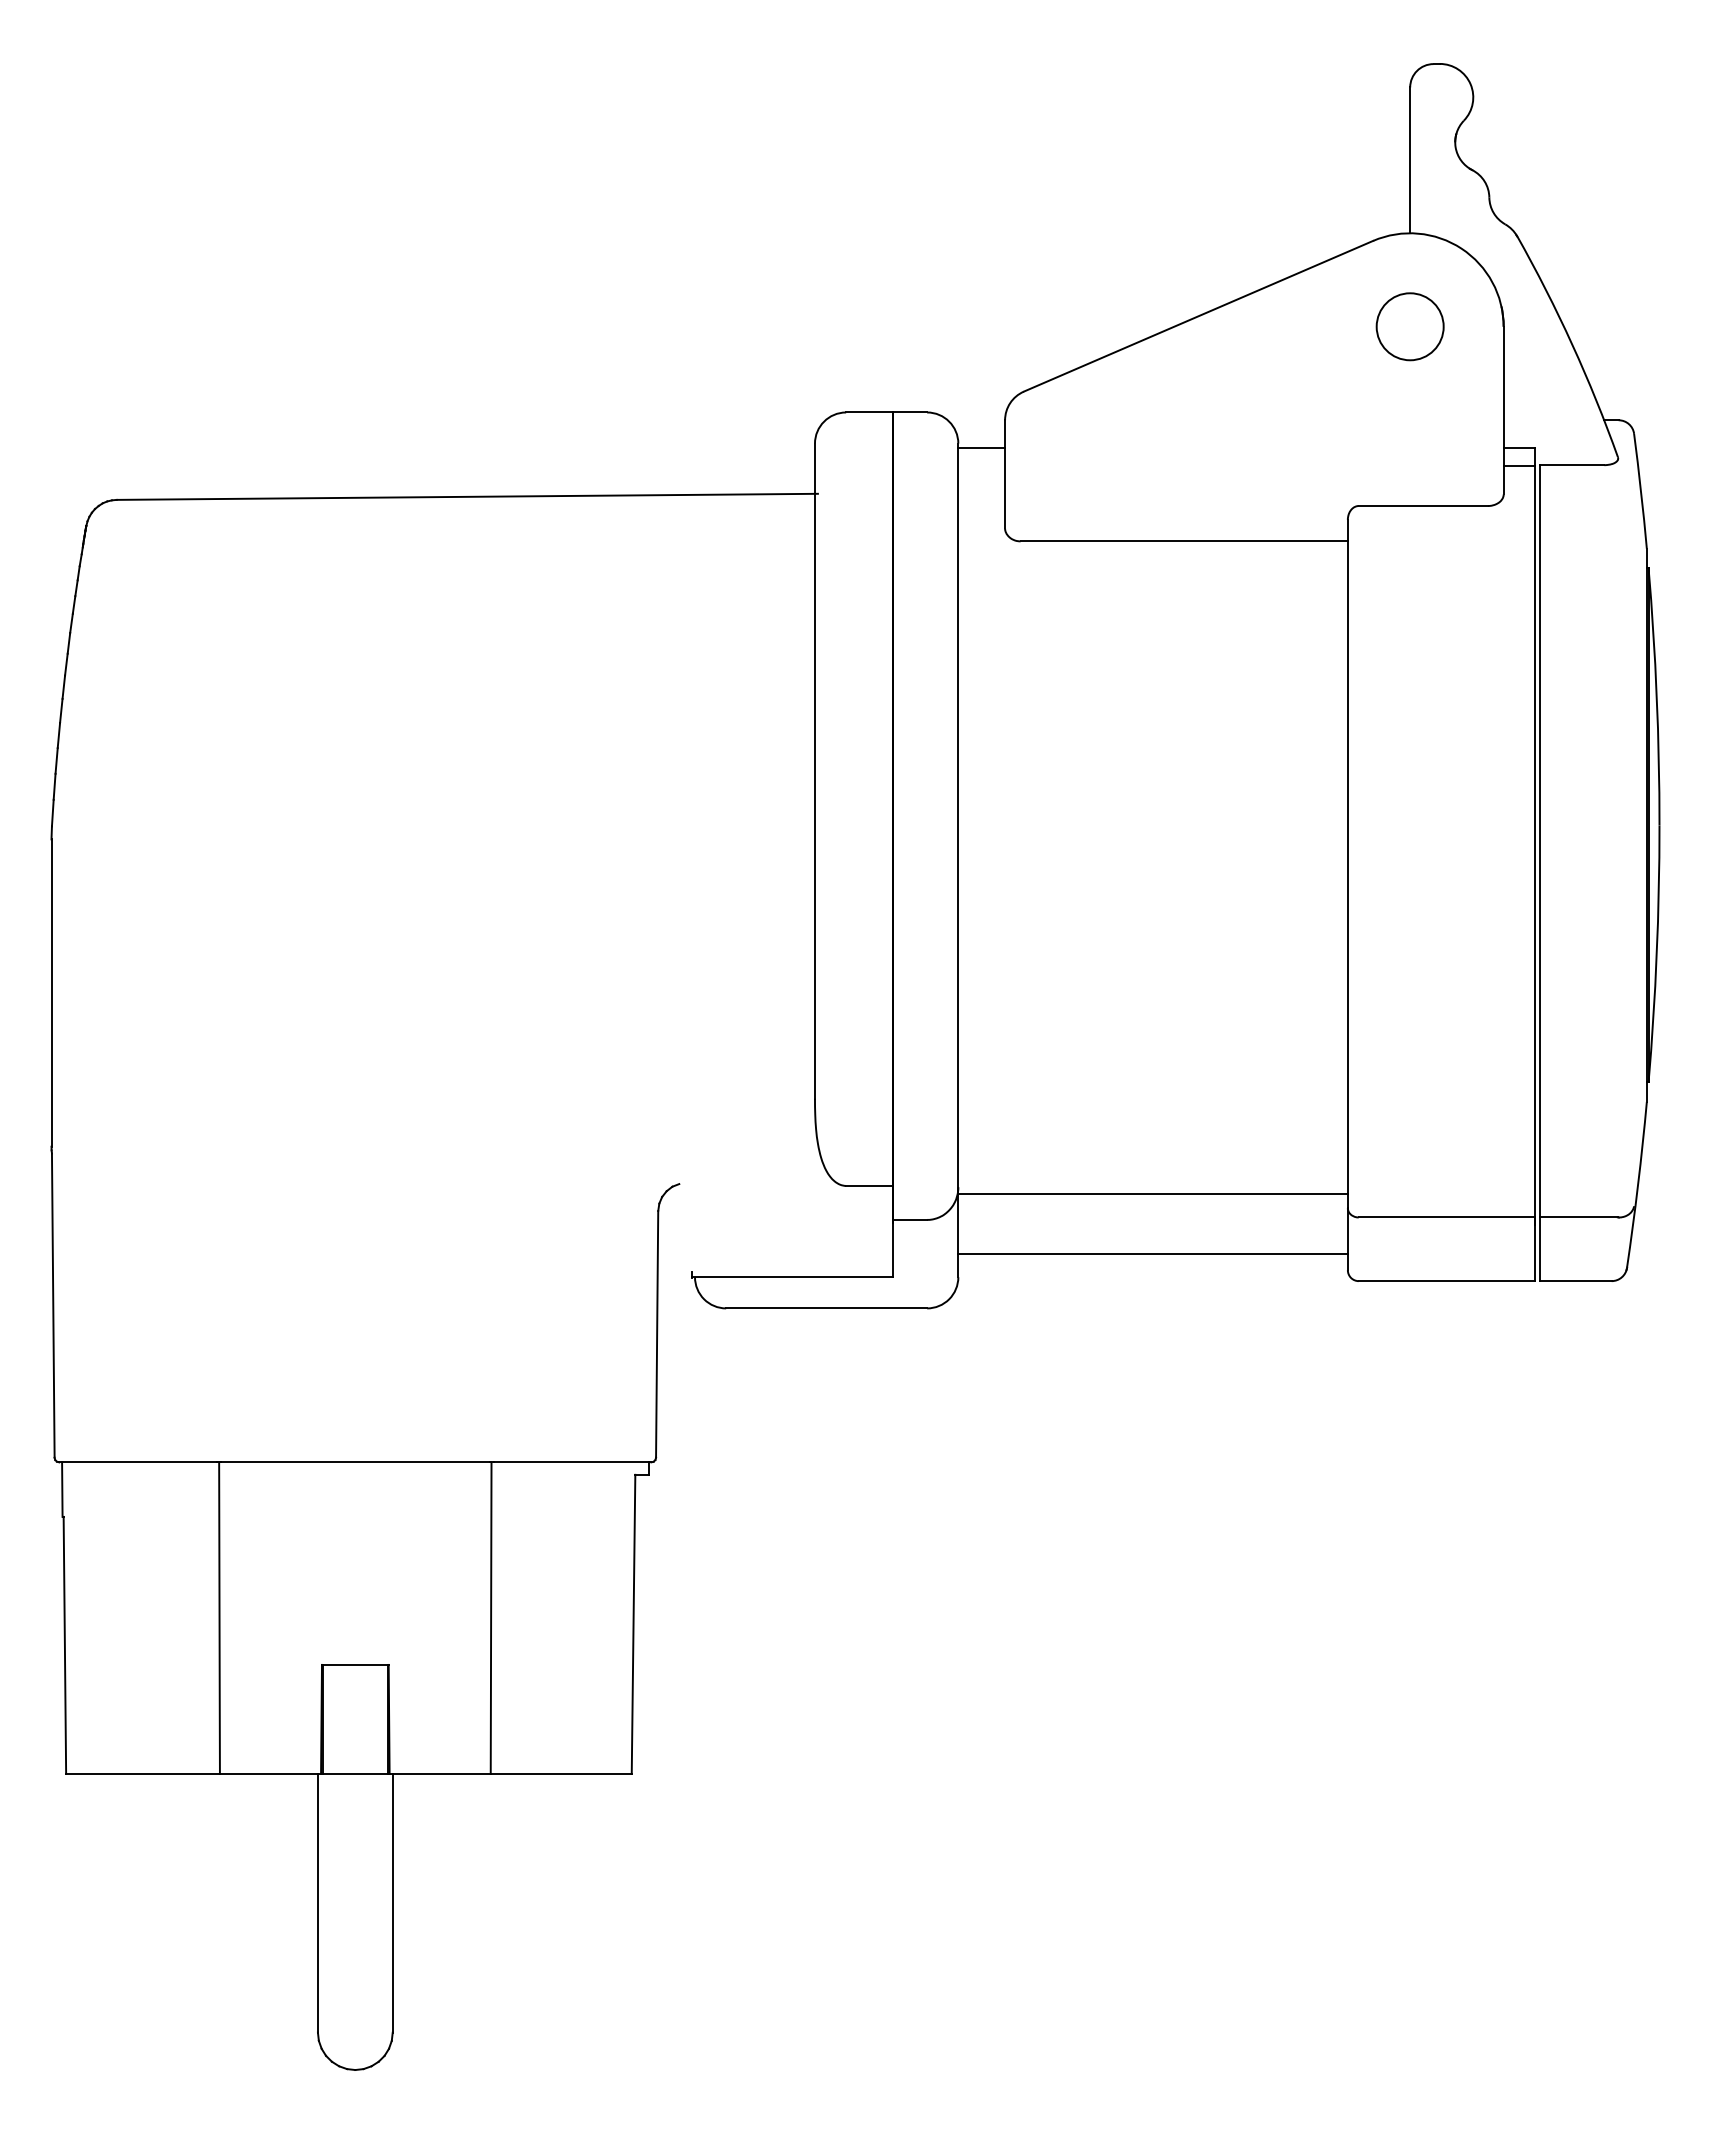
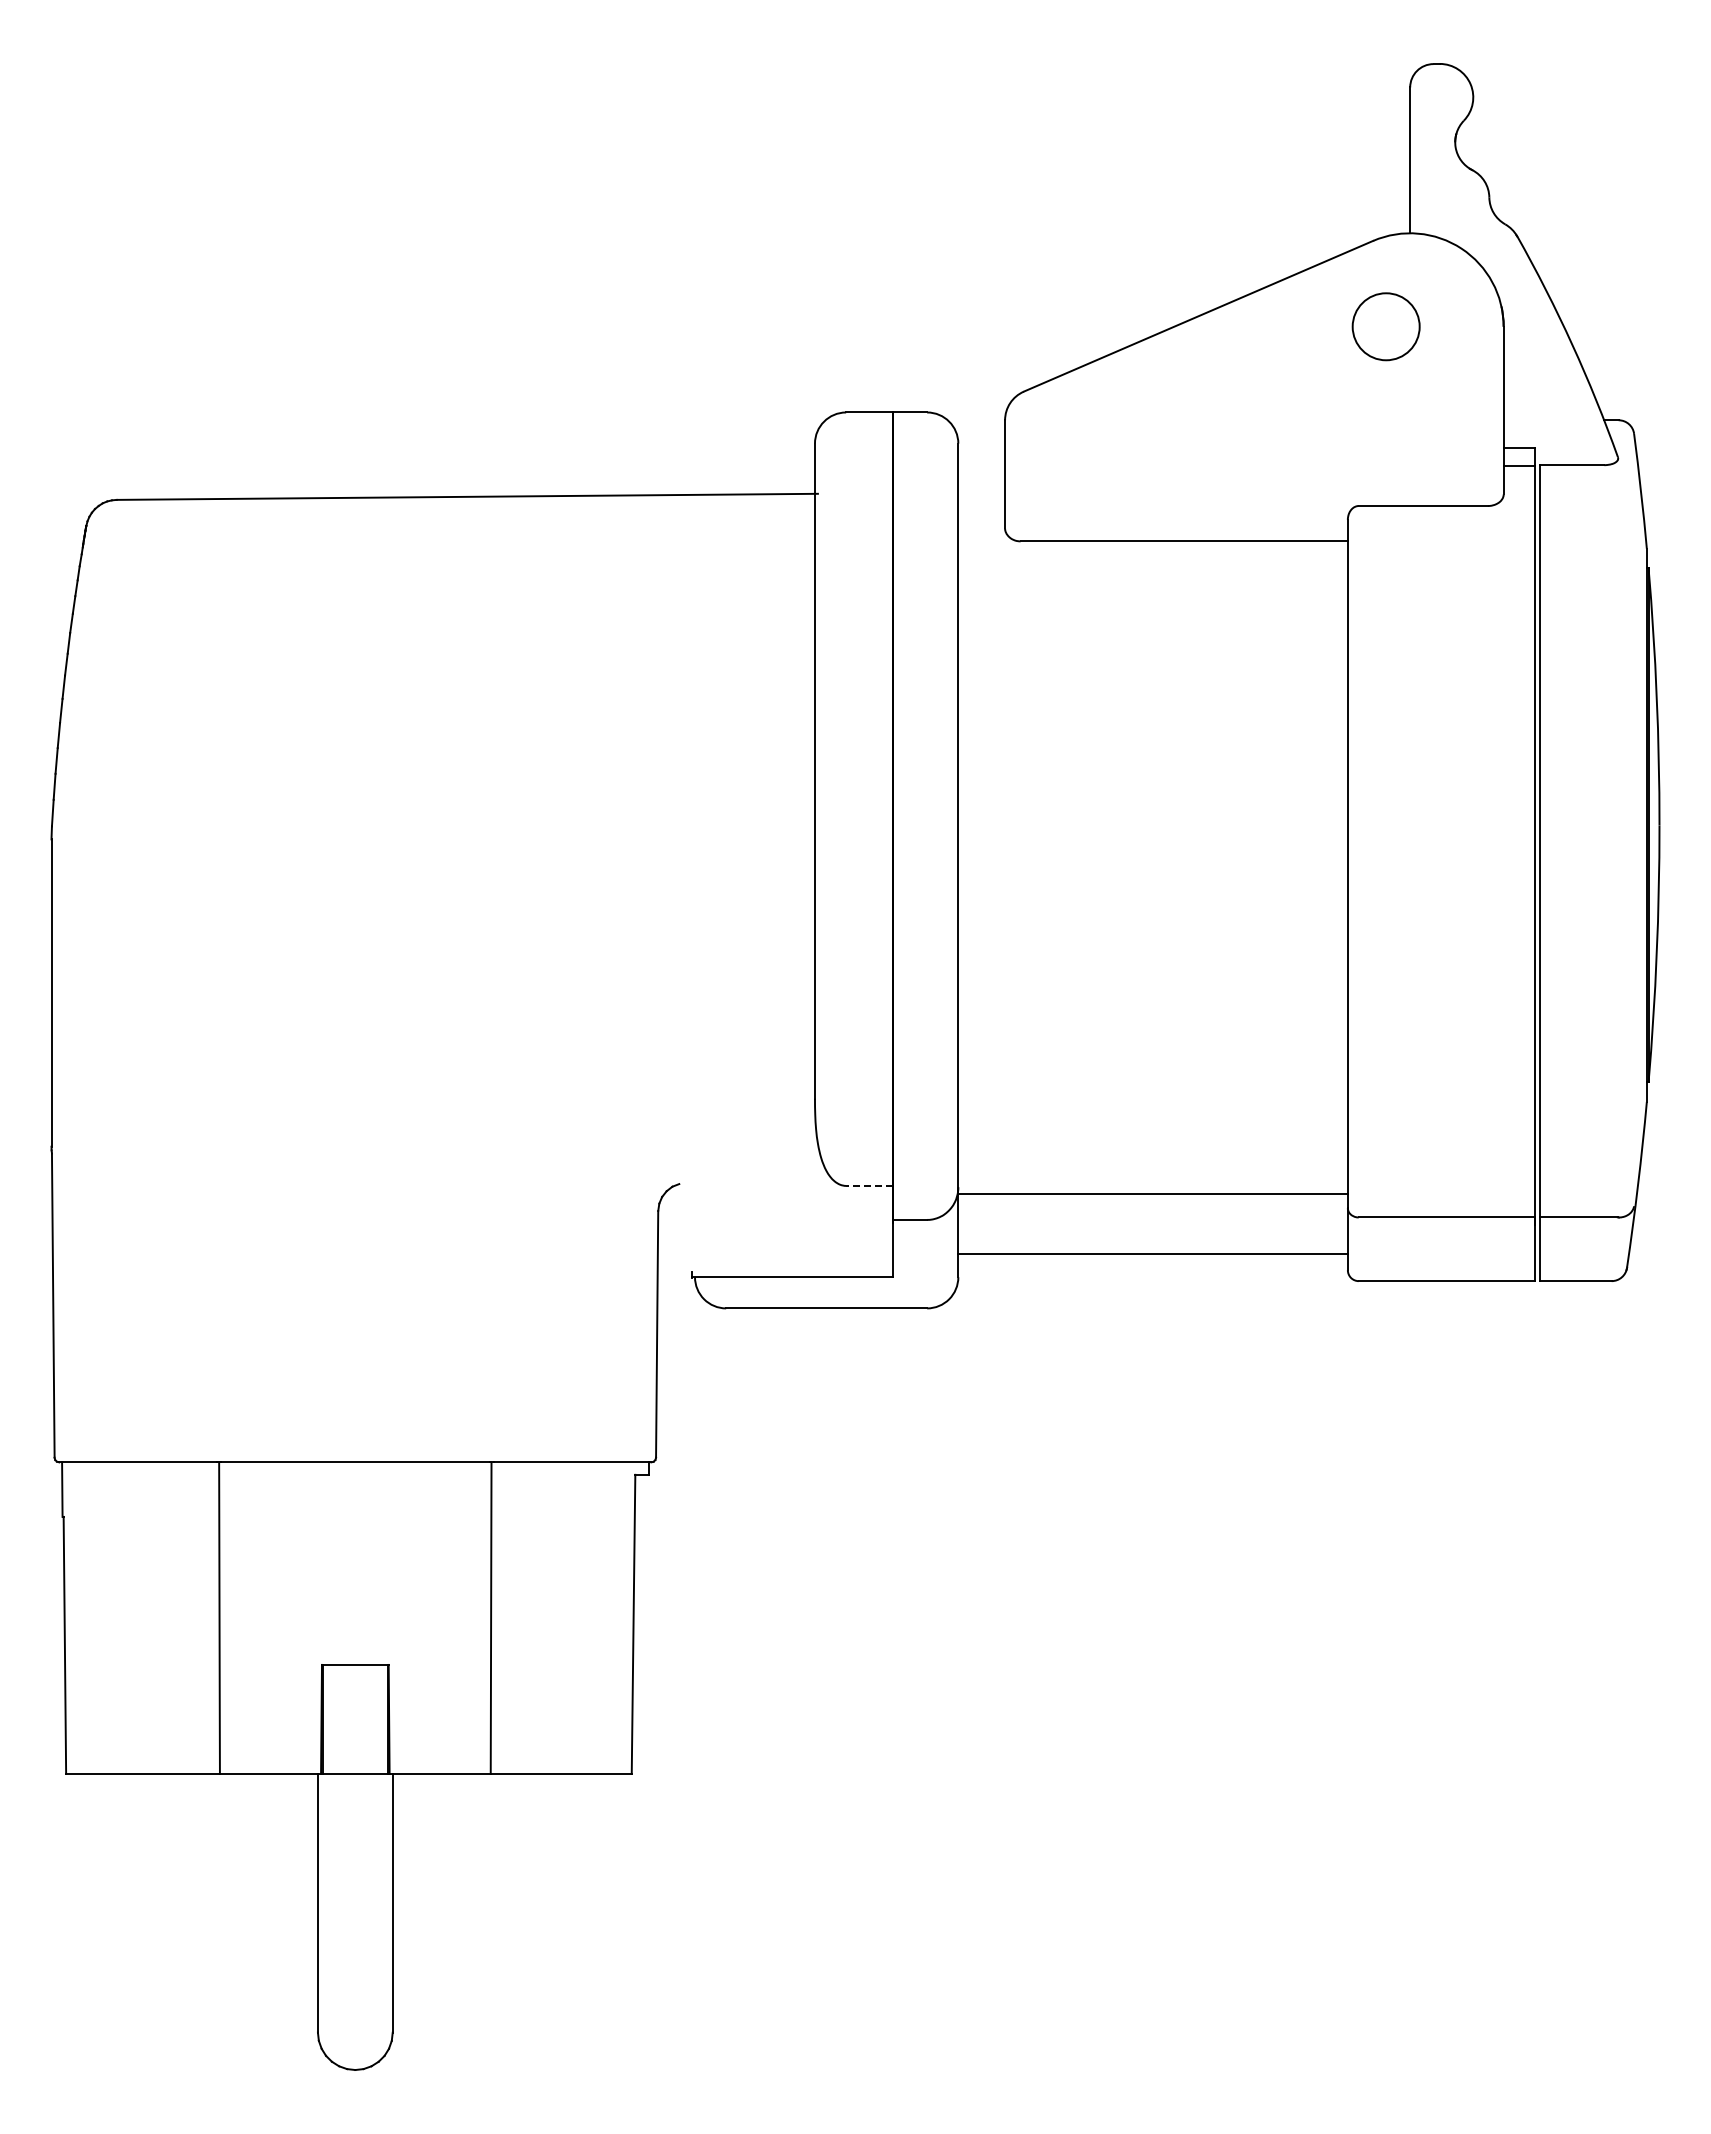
circle at (1409, 326) position: (1409, 326) -> (1385, 326)
line at (981, 447): present -> none
line at (869, 1185): solid -> dashed
